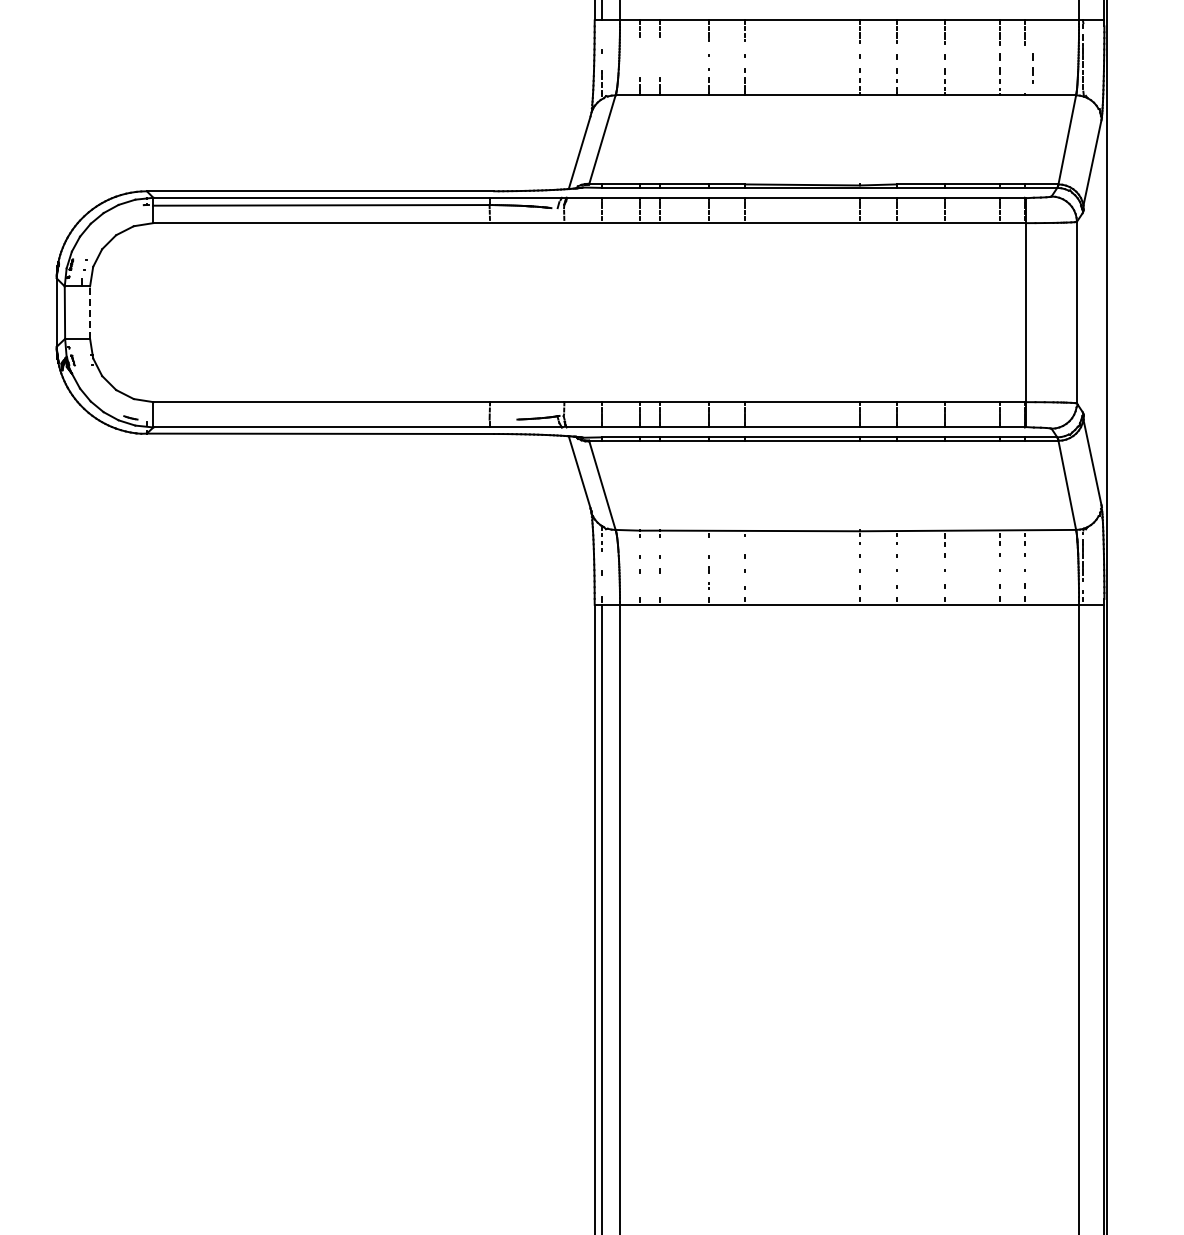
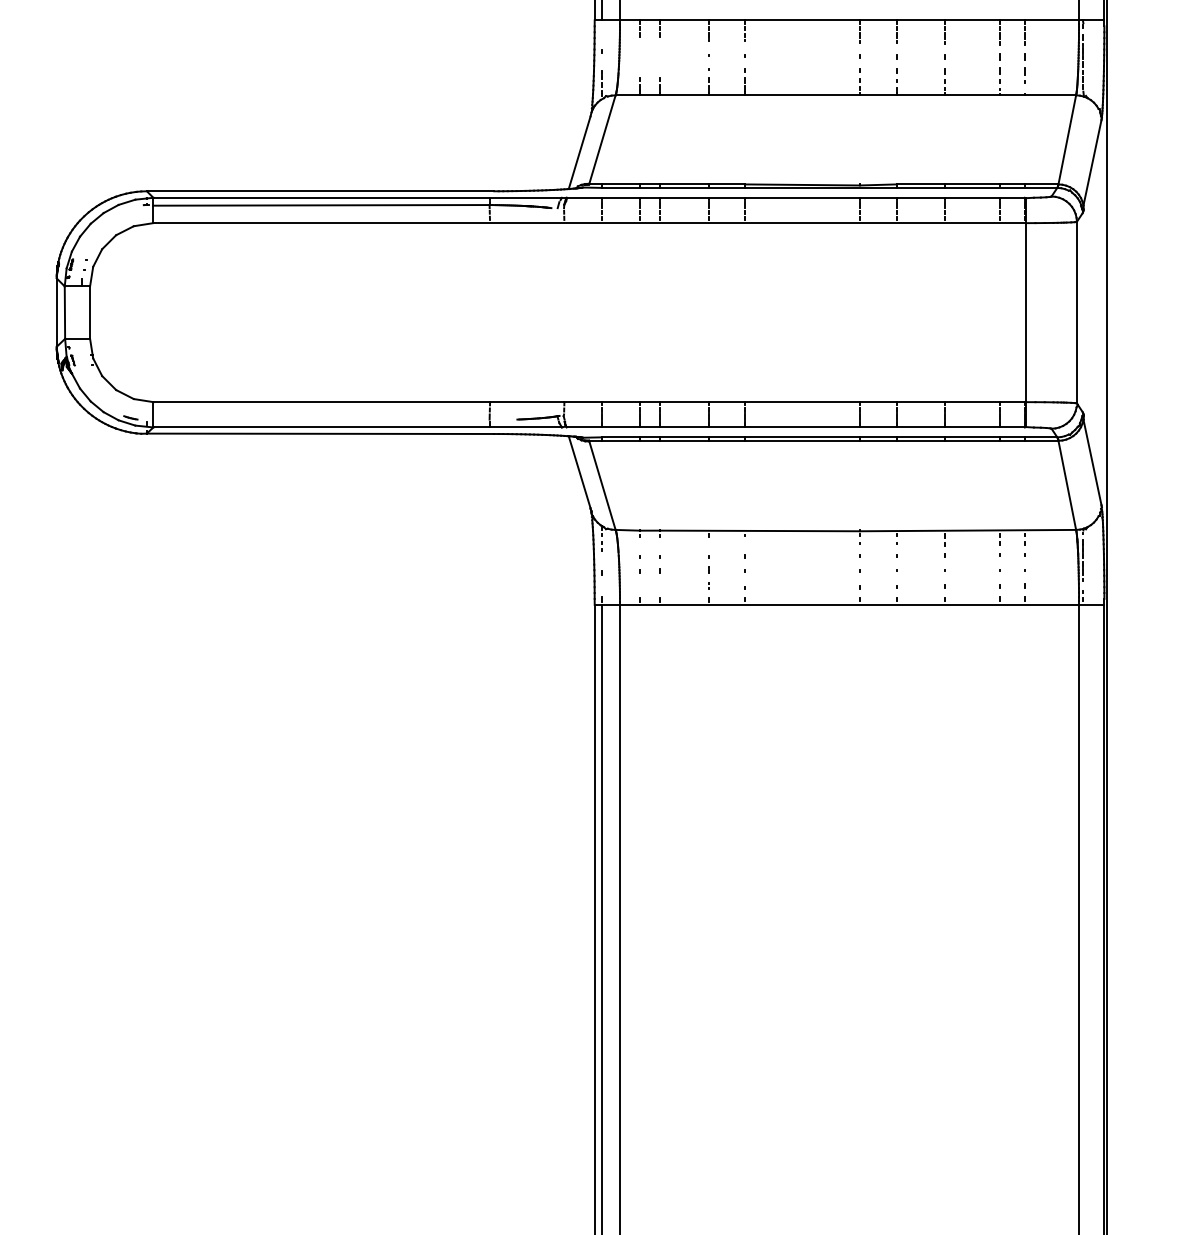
line at (1032, 68) position: (1032, 68) -> (1024, 68)
line at (90, 312): dashed -> solid
